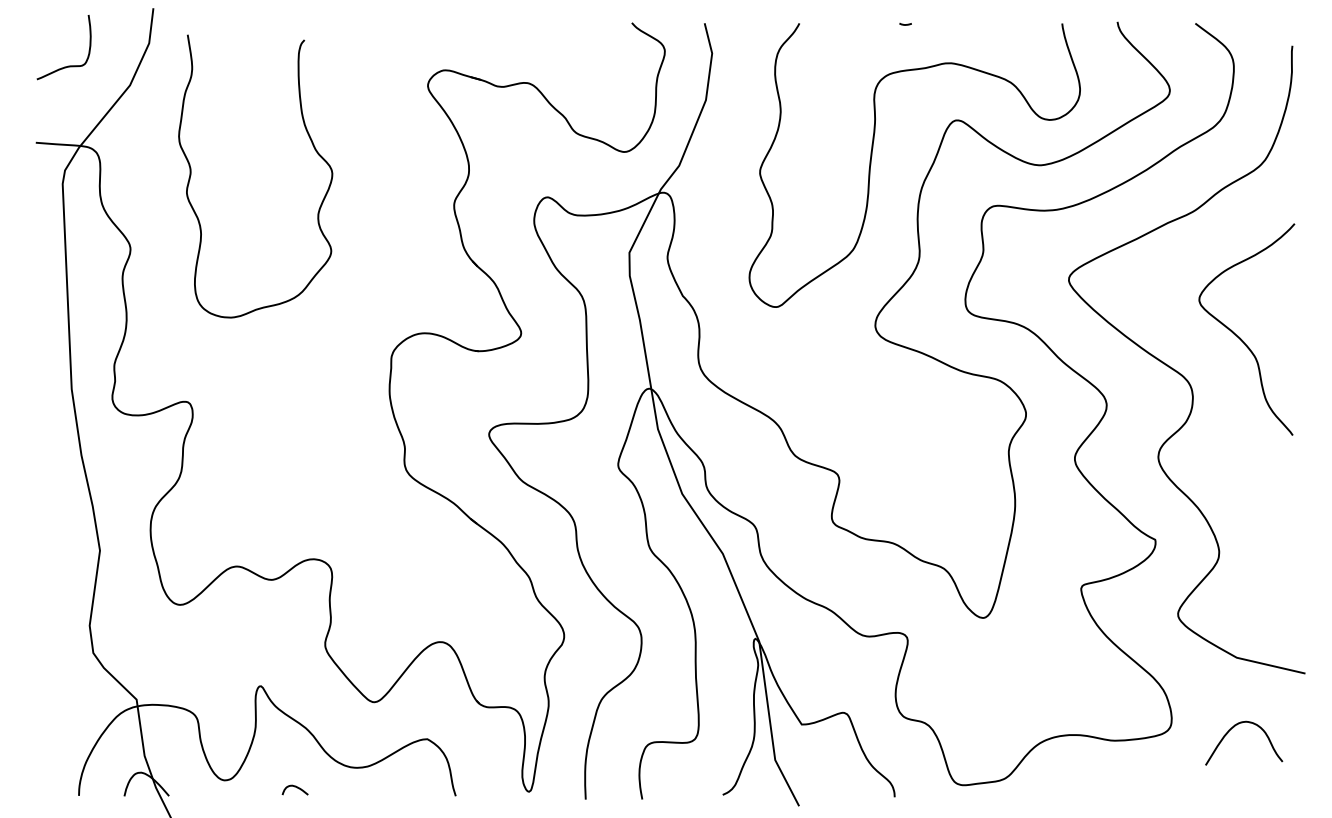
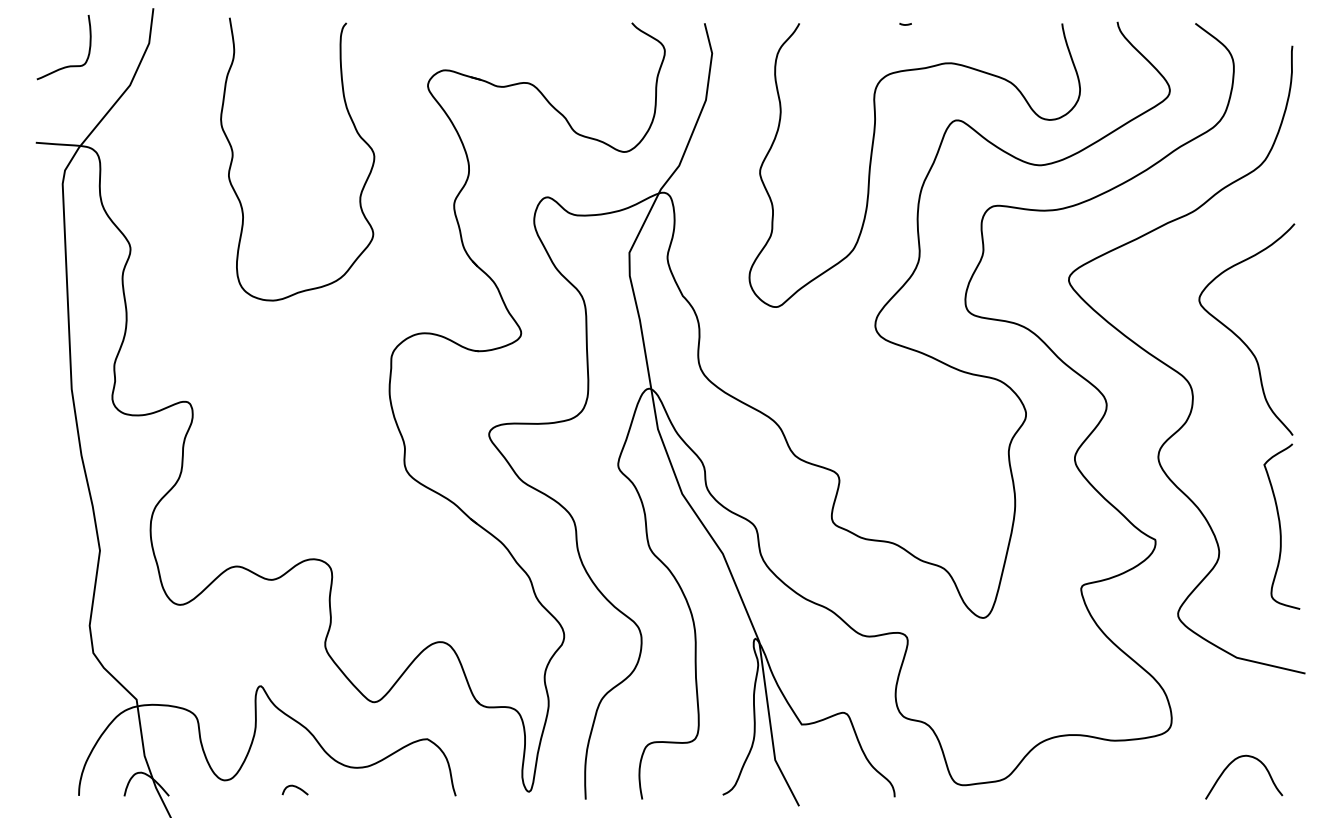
curve at (191, 175) position: (191, 175) -> (233, 158)
curve at (1280, 526): none -> present
curve at (1233, 728) position: (1233, 728) -> (1233, 762)
